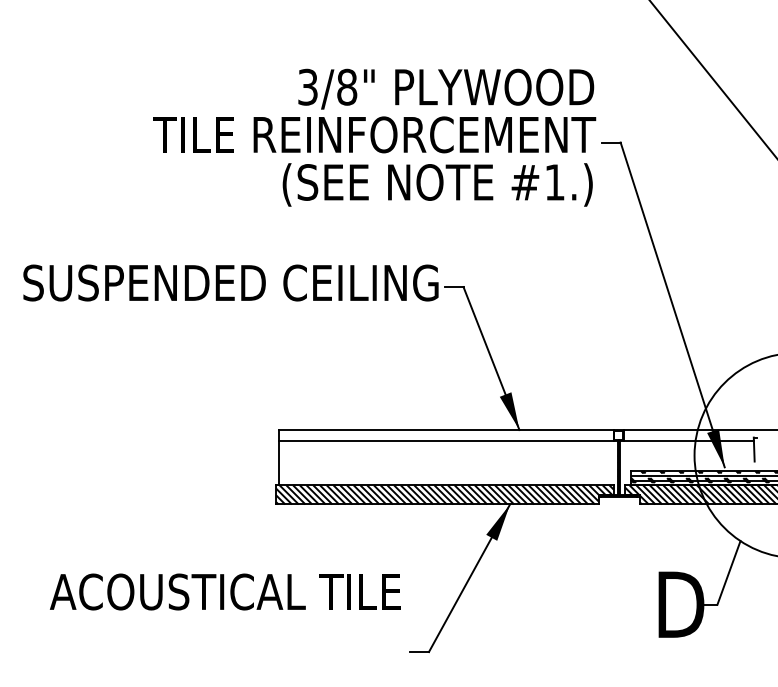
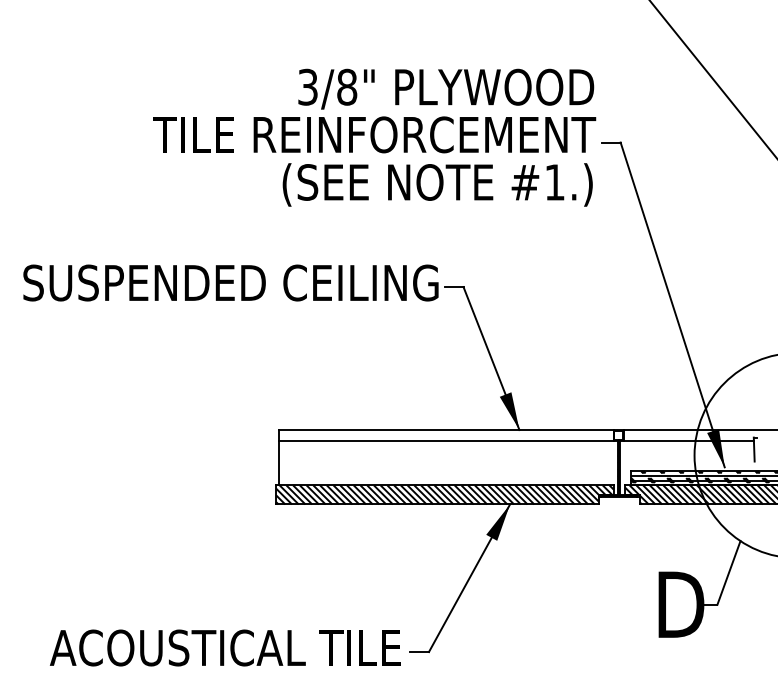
text at (225, 591) position: (225, 591) -> (225, 647)
